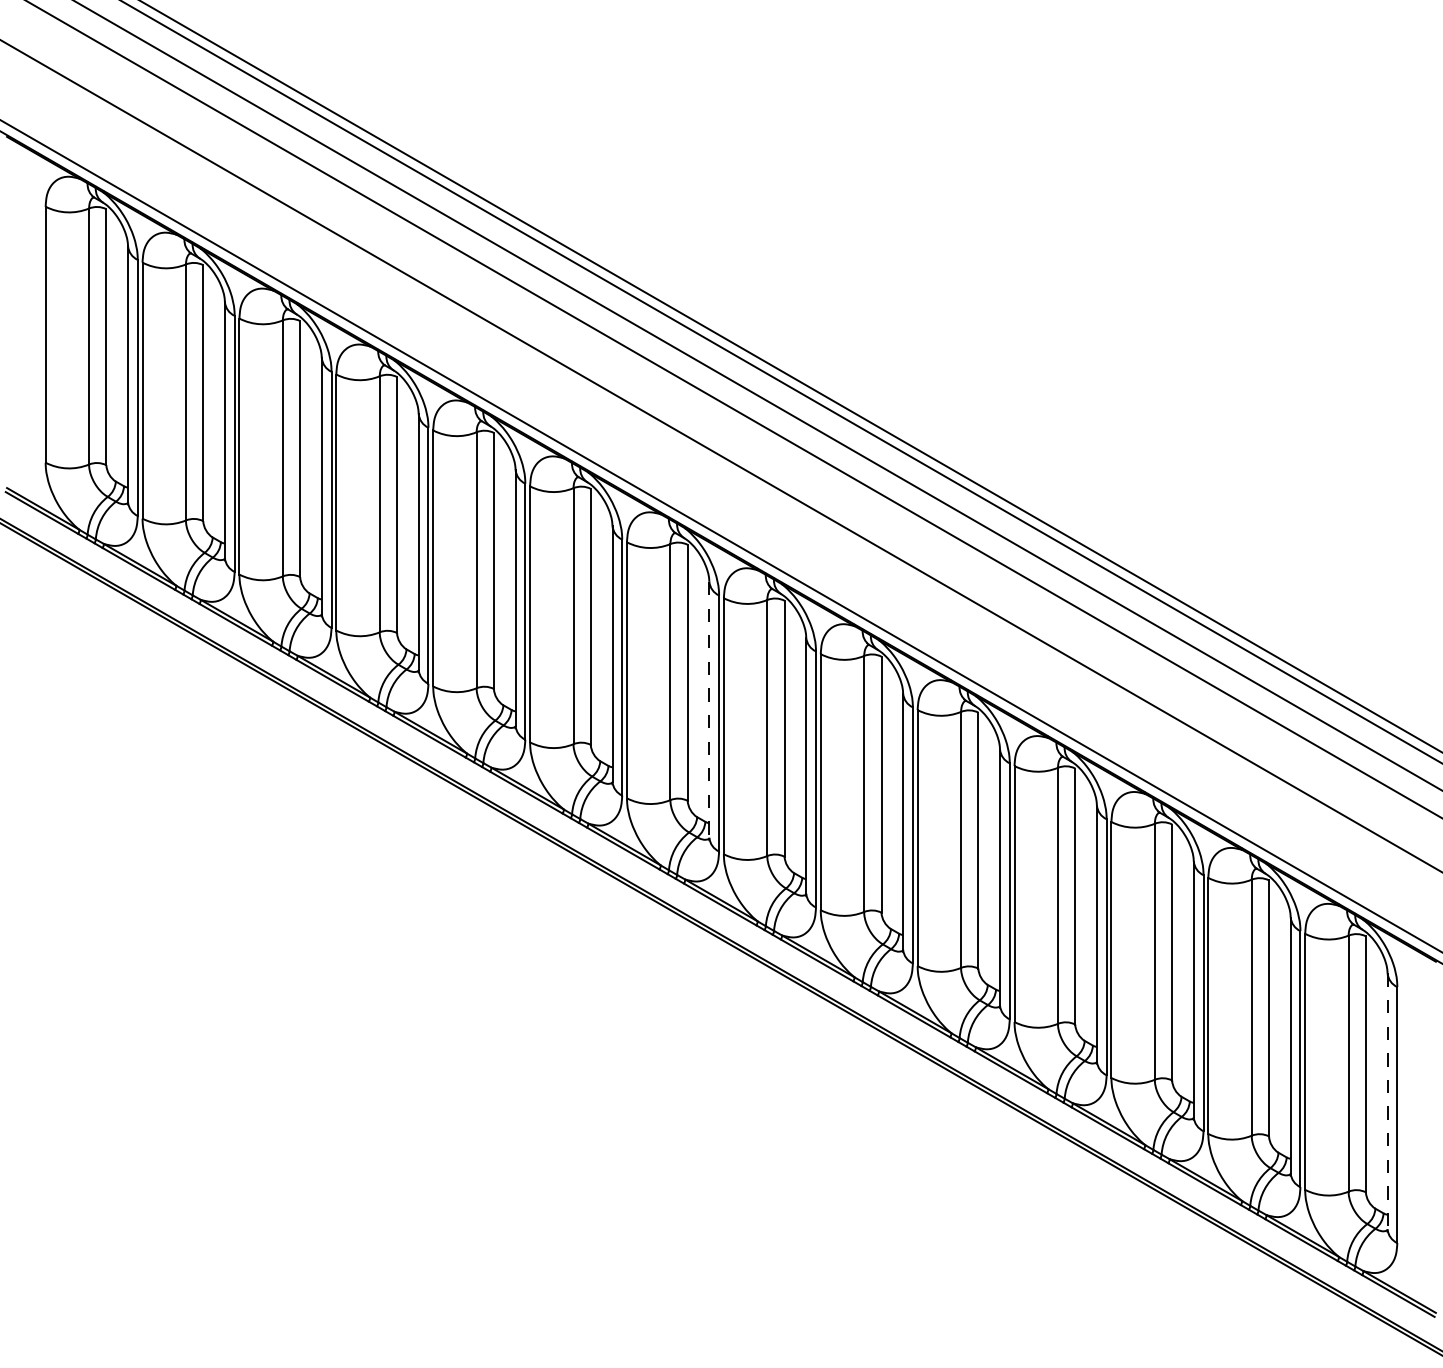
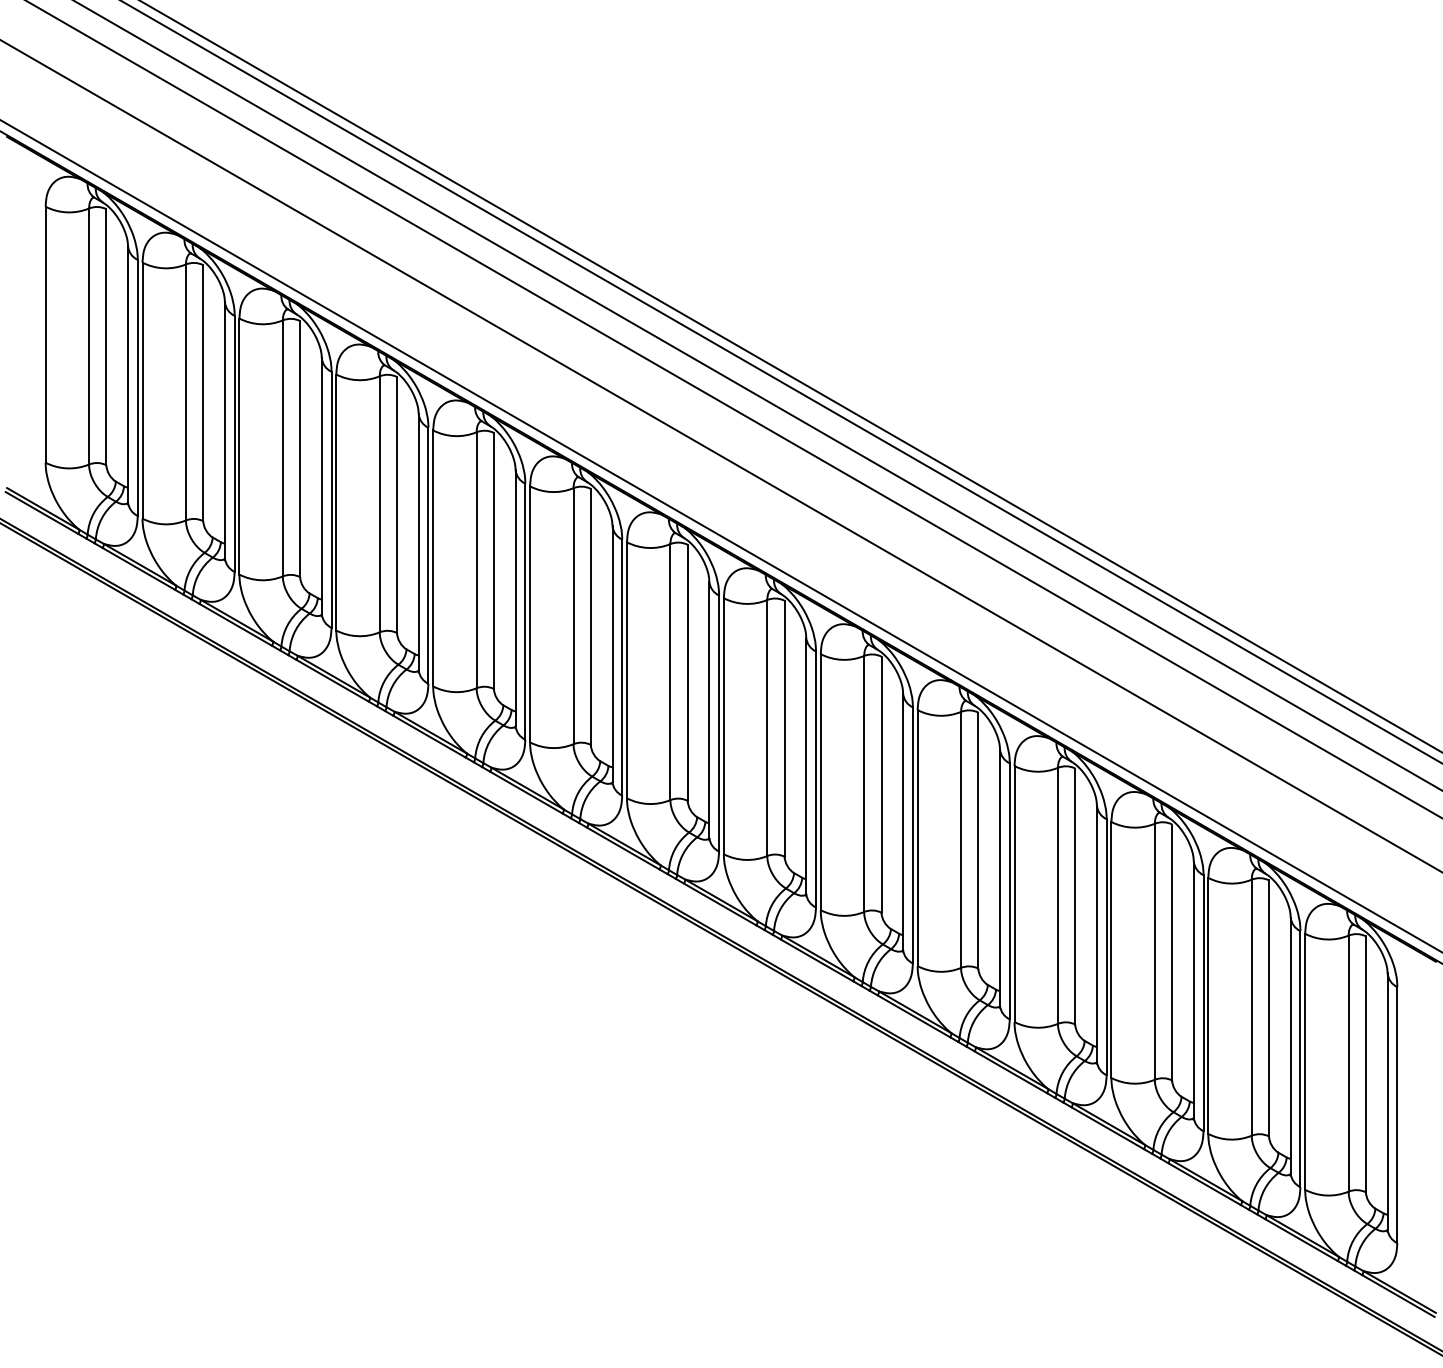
line at (709, 710): dashed -> solid
line at (1387, 1101): dashed -> solid
